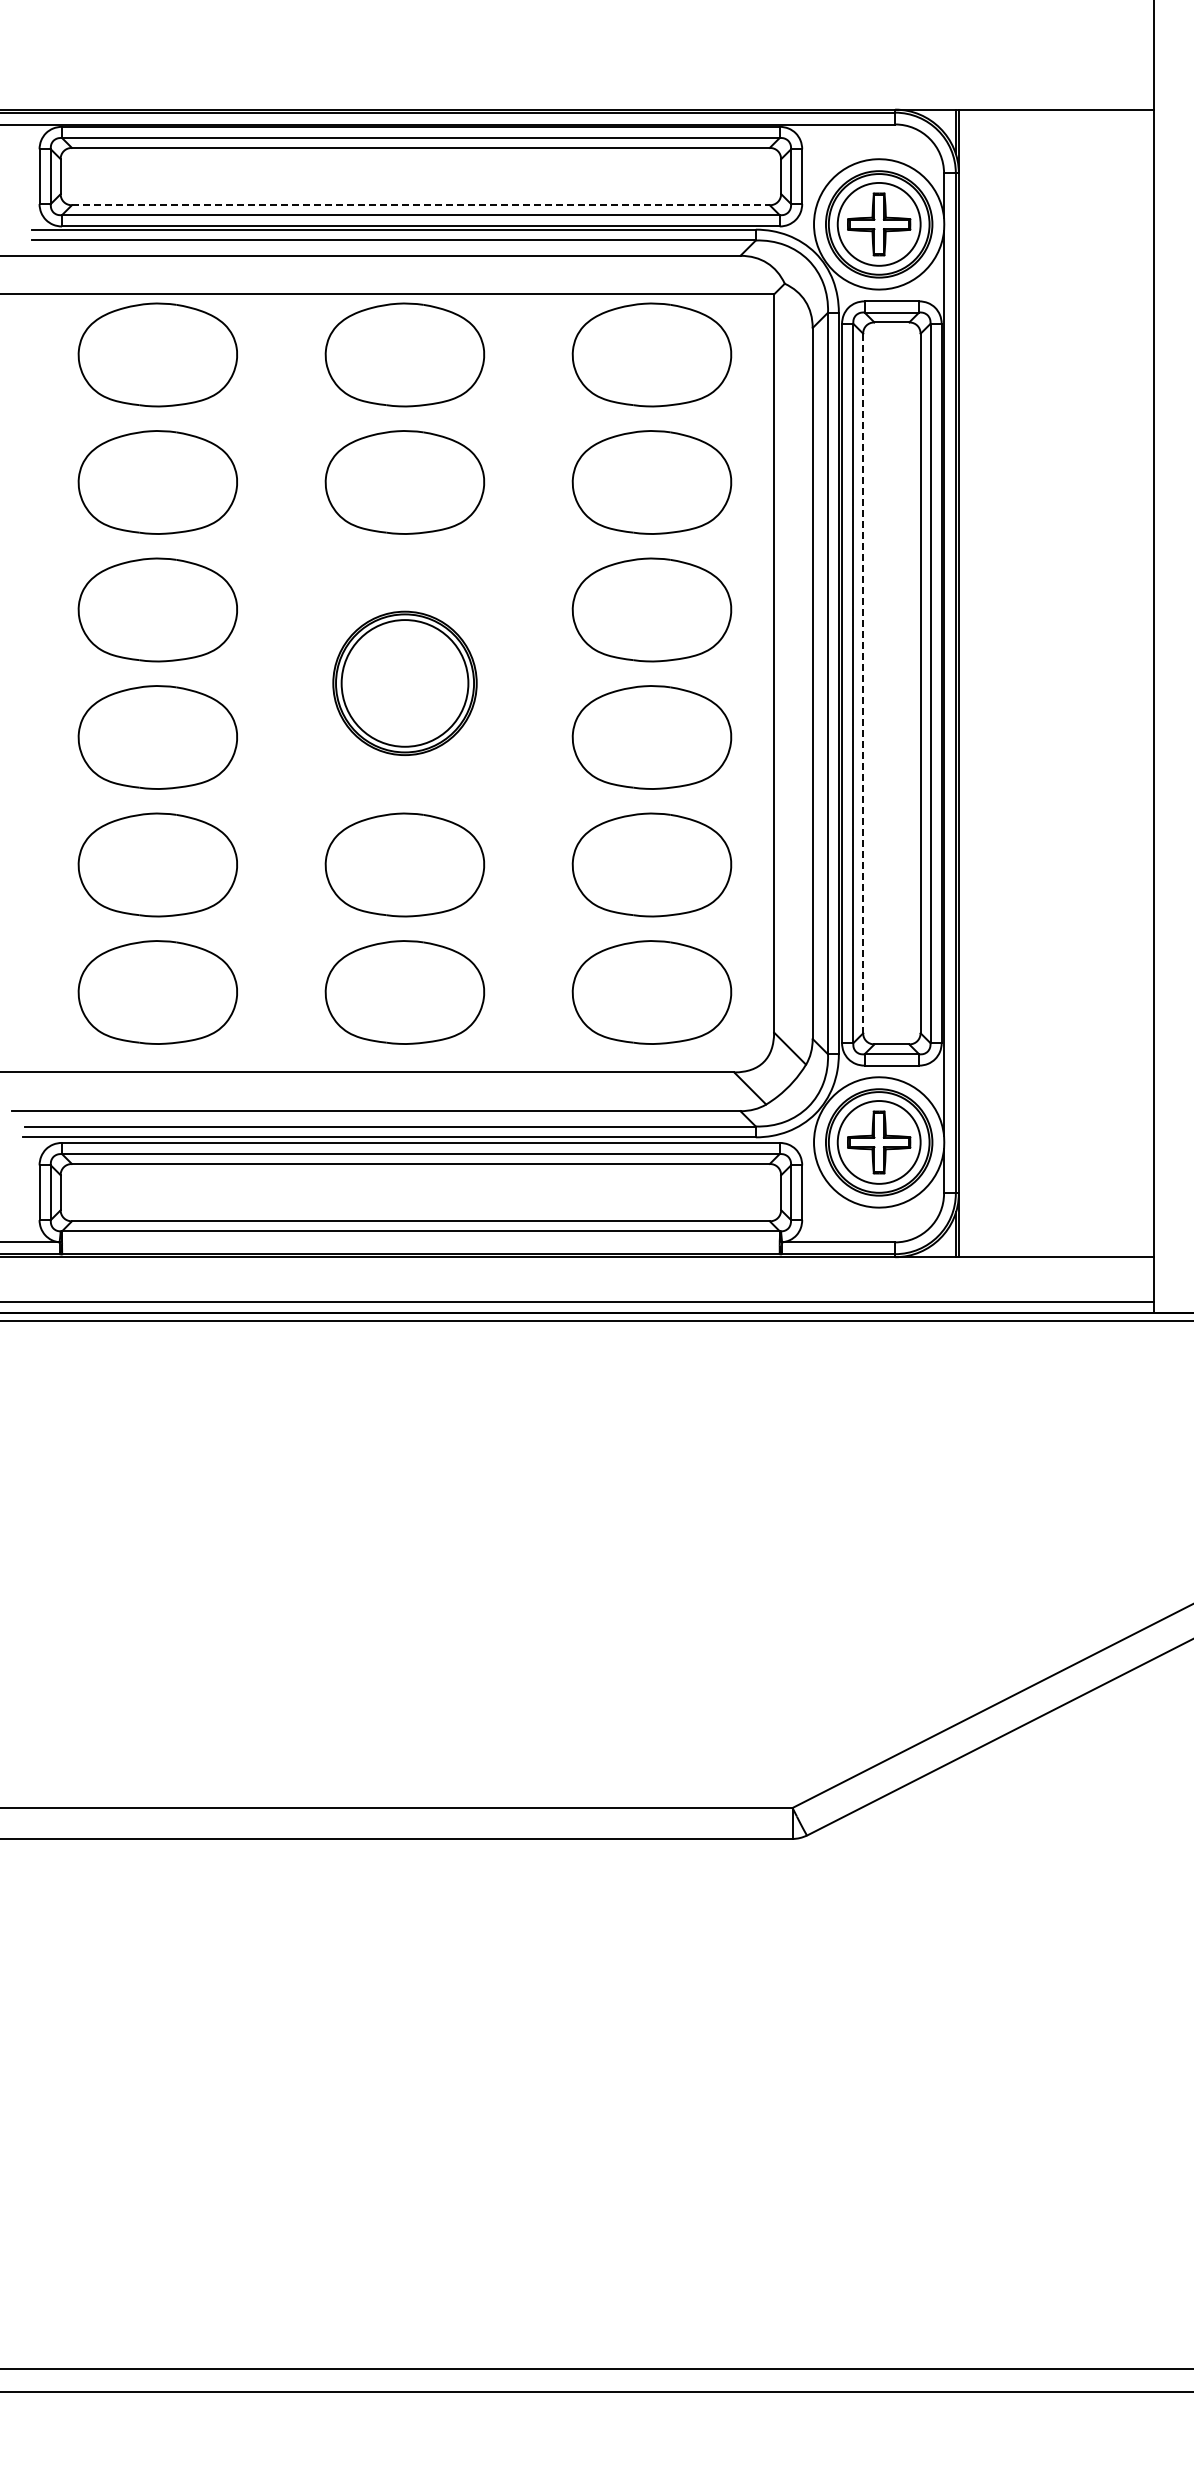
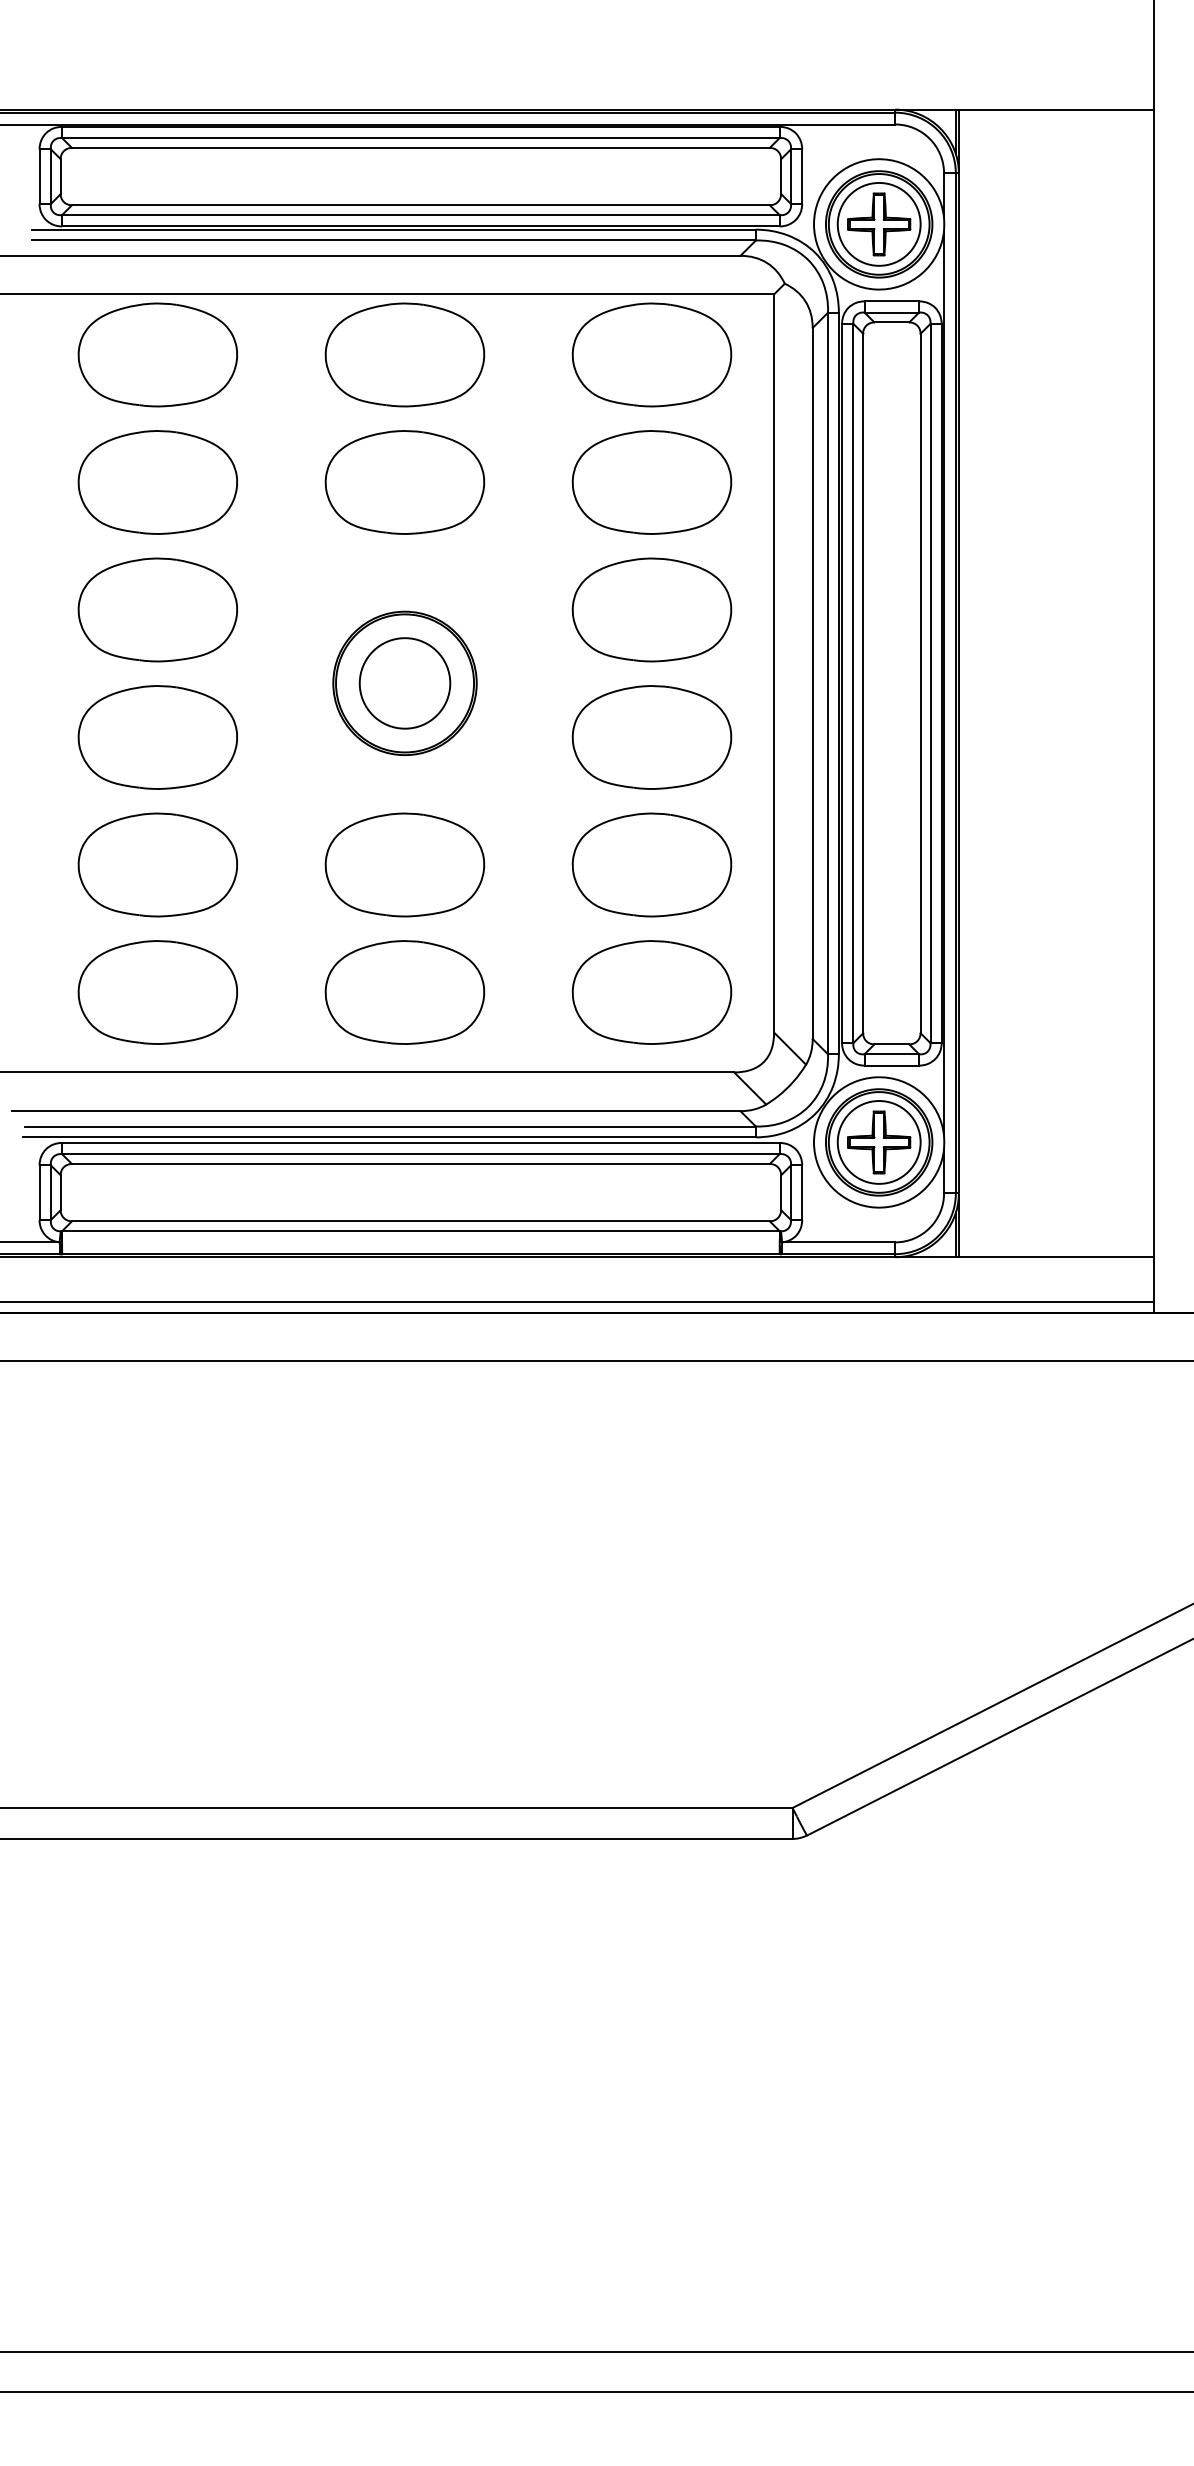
line at (420, 205): dashed -> solid
circle at (404, 683) diameter: 127 px -> 91 px
line at (863, 683): dashed -> solid
line at (596, 1320) position: (596, 1320) -> (596, 1360)
line at (596, 2369) position: (596, 2369) -> (596, 2352)
